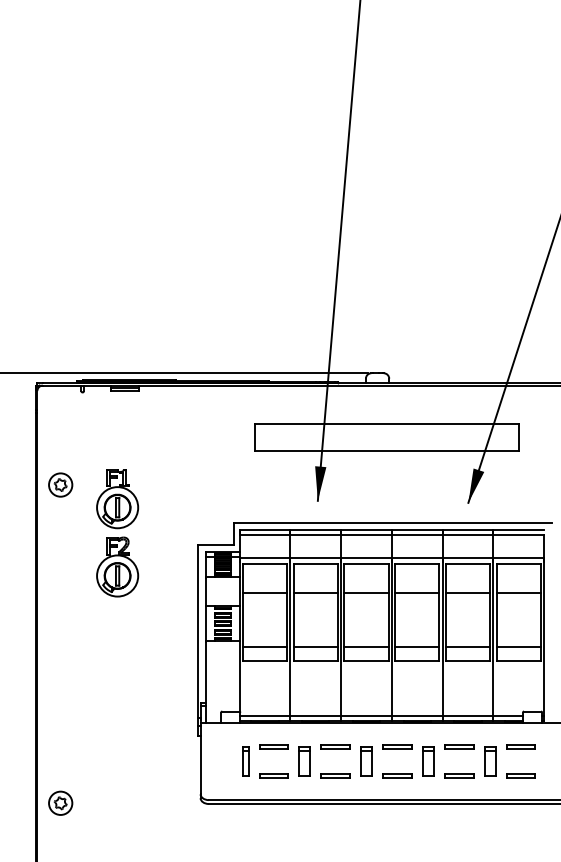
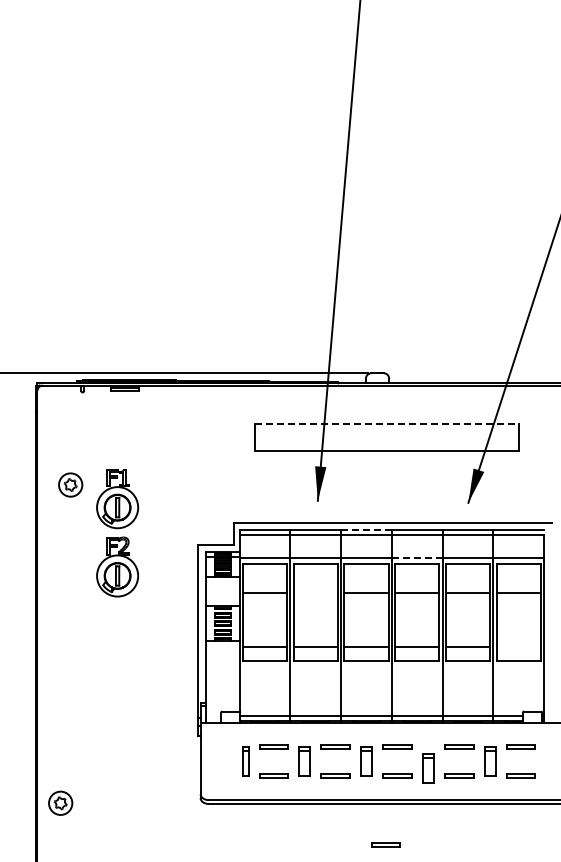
line at (387, 424): solid -> dashed
part at (60, 484) position: (60, 484) -> (70, 484)
line at (366, 530): solid -> dashed
line at (417, 557): solid -> dashed
line at (315, 593): present -> none
line at (518, 647): present -> none
part at (428, 761) position: (428, 761) -> (428, 768)
part at (385, 844): none -> present
